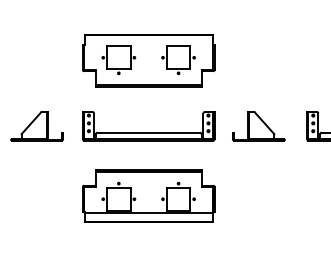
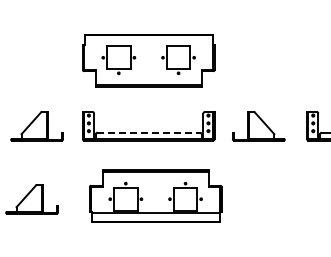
line at (149, 132): solid -> dashed
part at (148, 195) position: (148, 195) -> (155, 195)
part at (31, 199): none -> present
